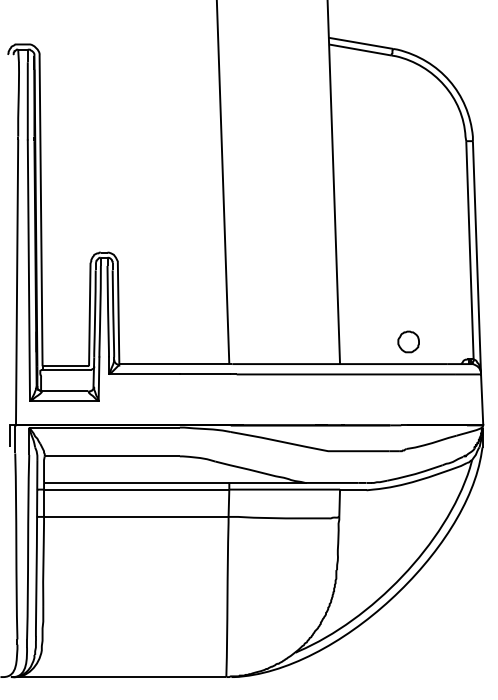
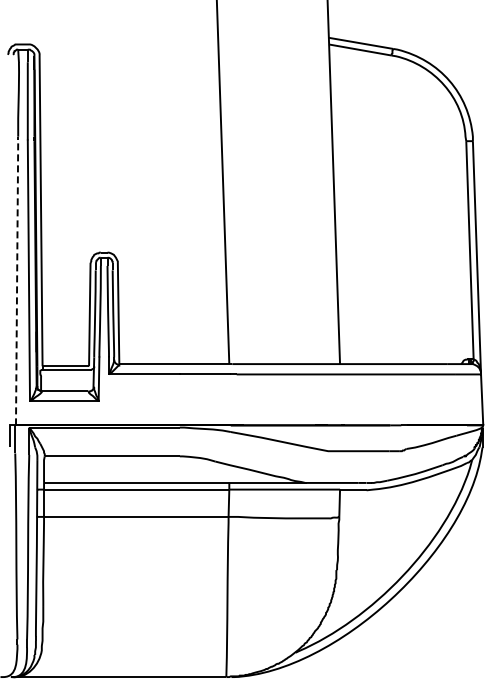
line at (17, 282): solid -> dashed
part at (408, 341): present -> none
